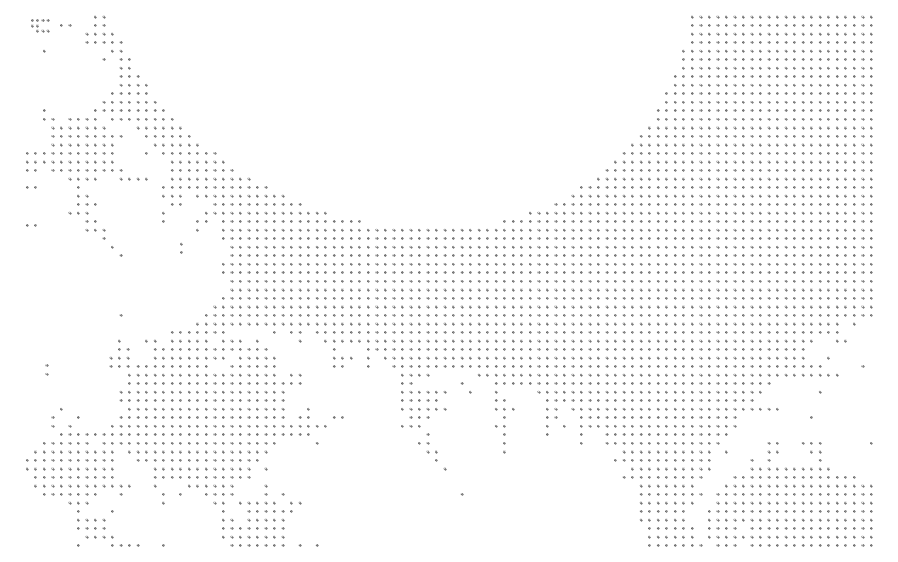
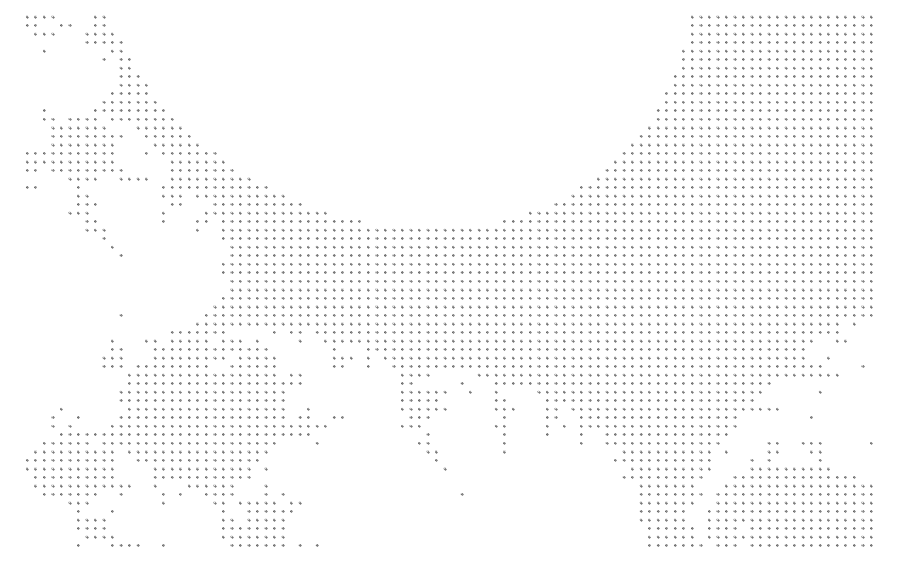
part at (40, 25) size: 19x14 px -> 29x20 px
part at (31, 225): present -> none
part at (181, 248): present -> none
part at (119, 353) position: (119, 353) -> (112, 353)
part at (46, 369): present -> none
